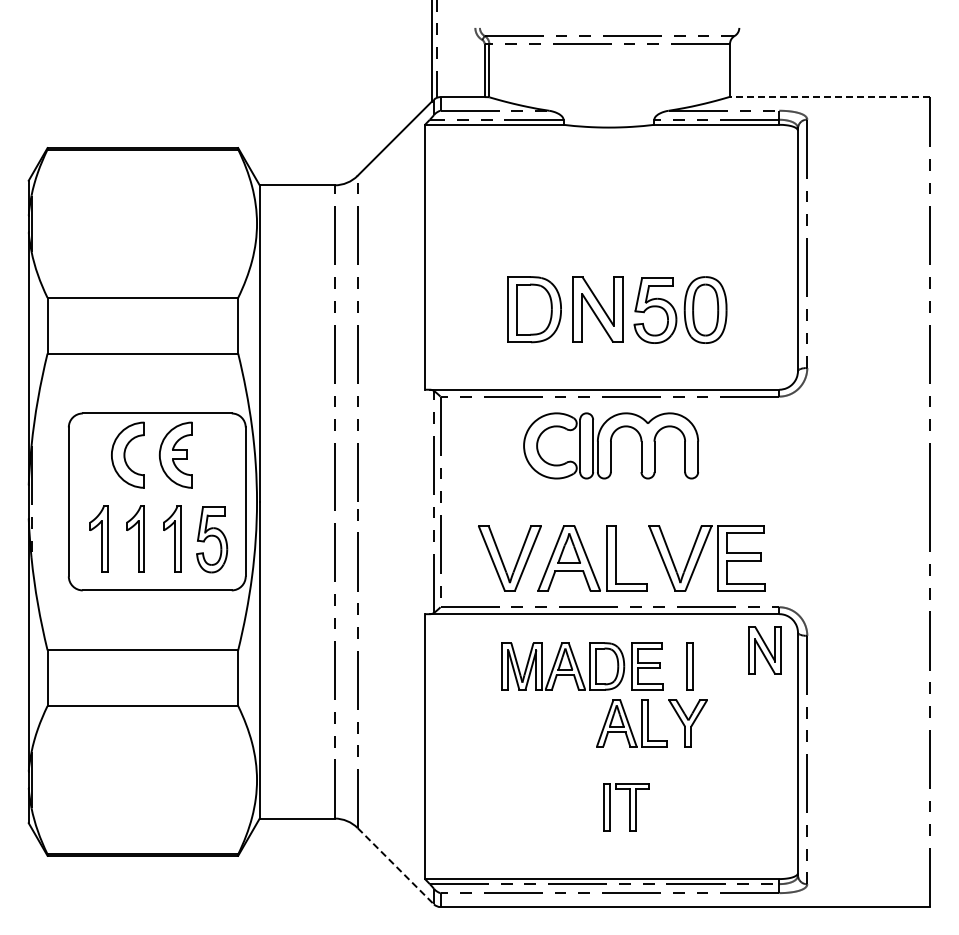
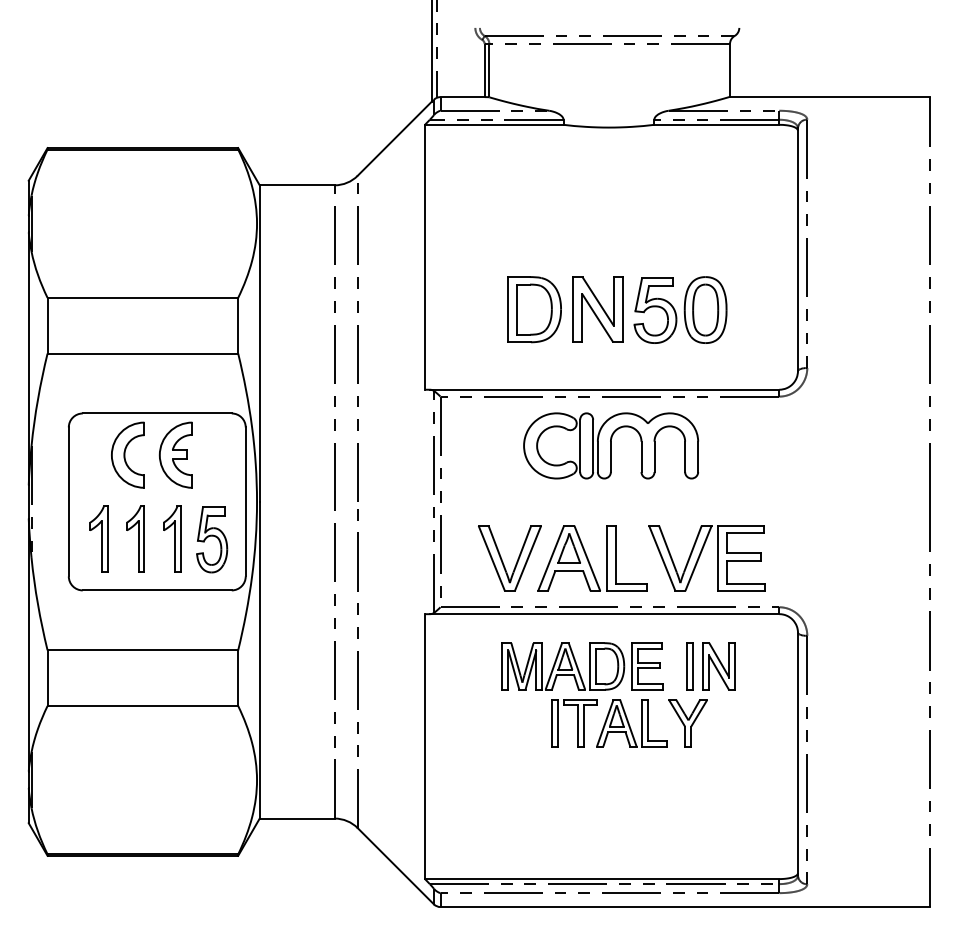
line at (829, 96): dashed -> solid
part at (764, 650) position: (764, 650) -> (718, 666)
part at (626, 807) position: (626, 807) -> (574, 723)
line at (395, 866): dashed -> solid
